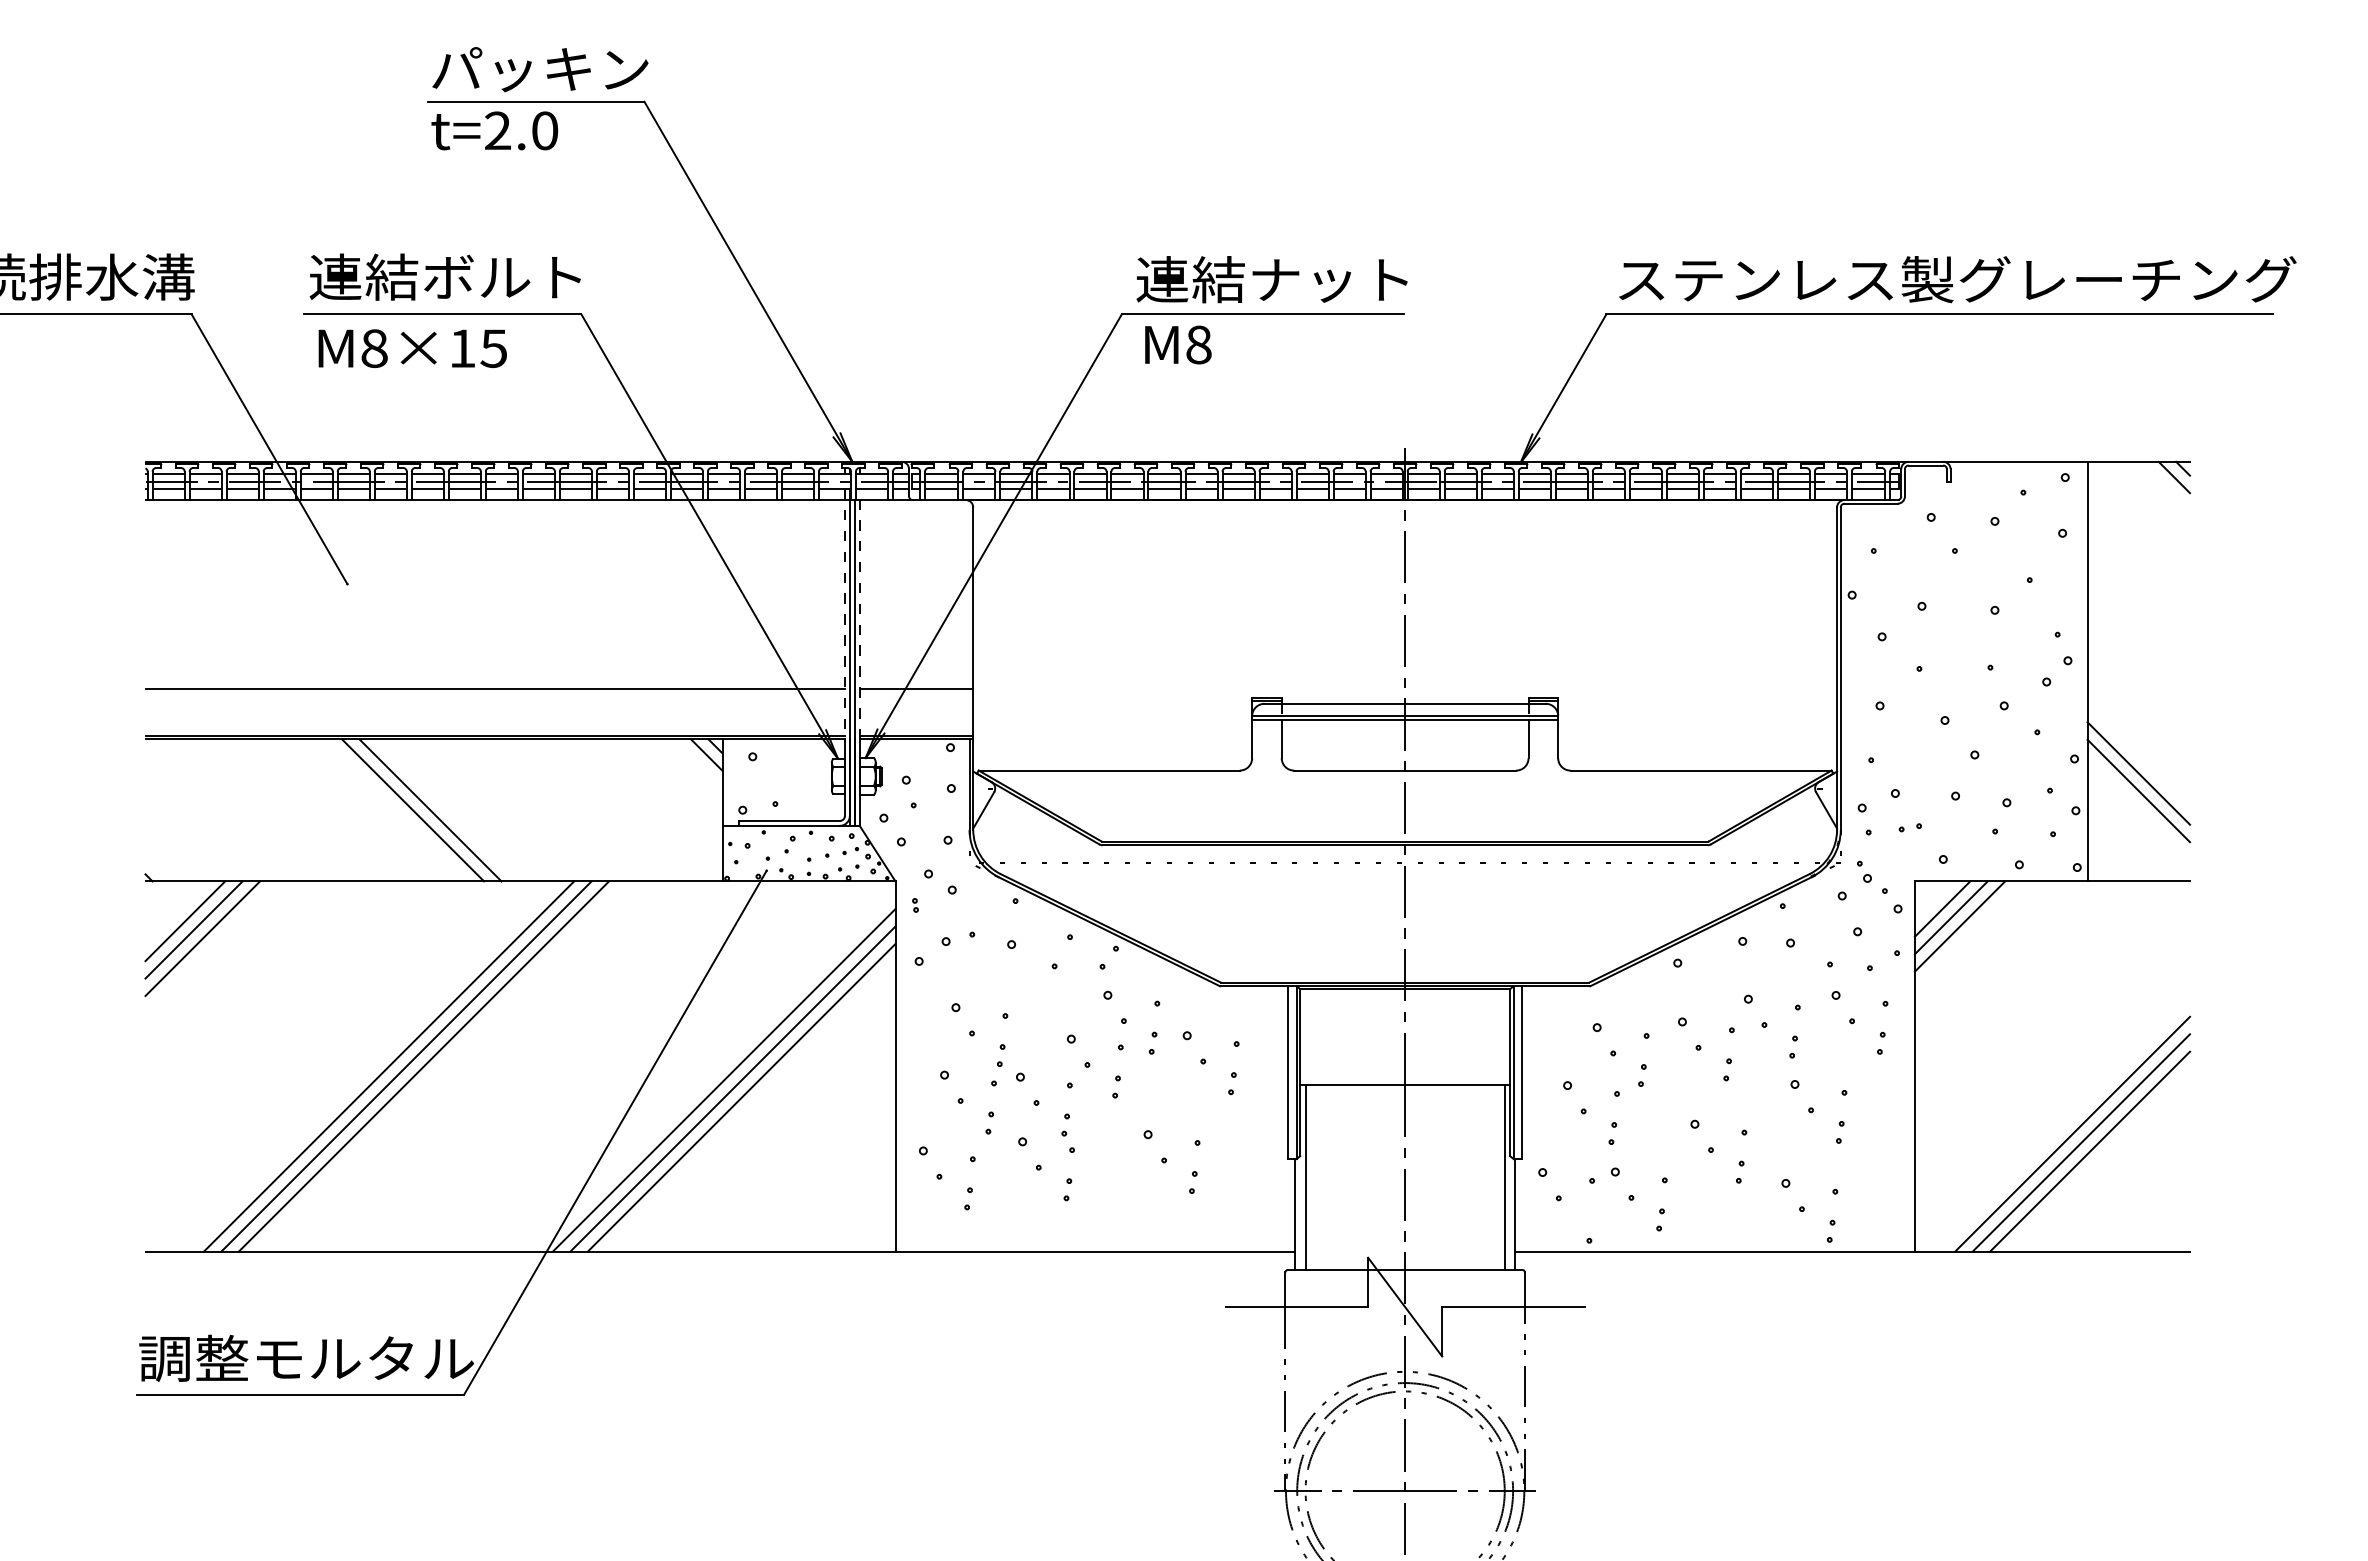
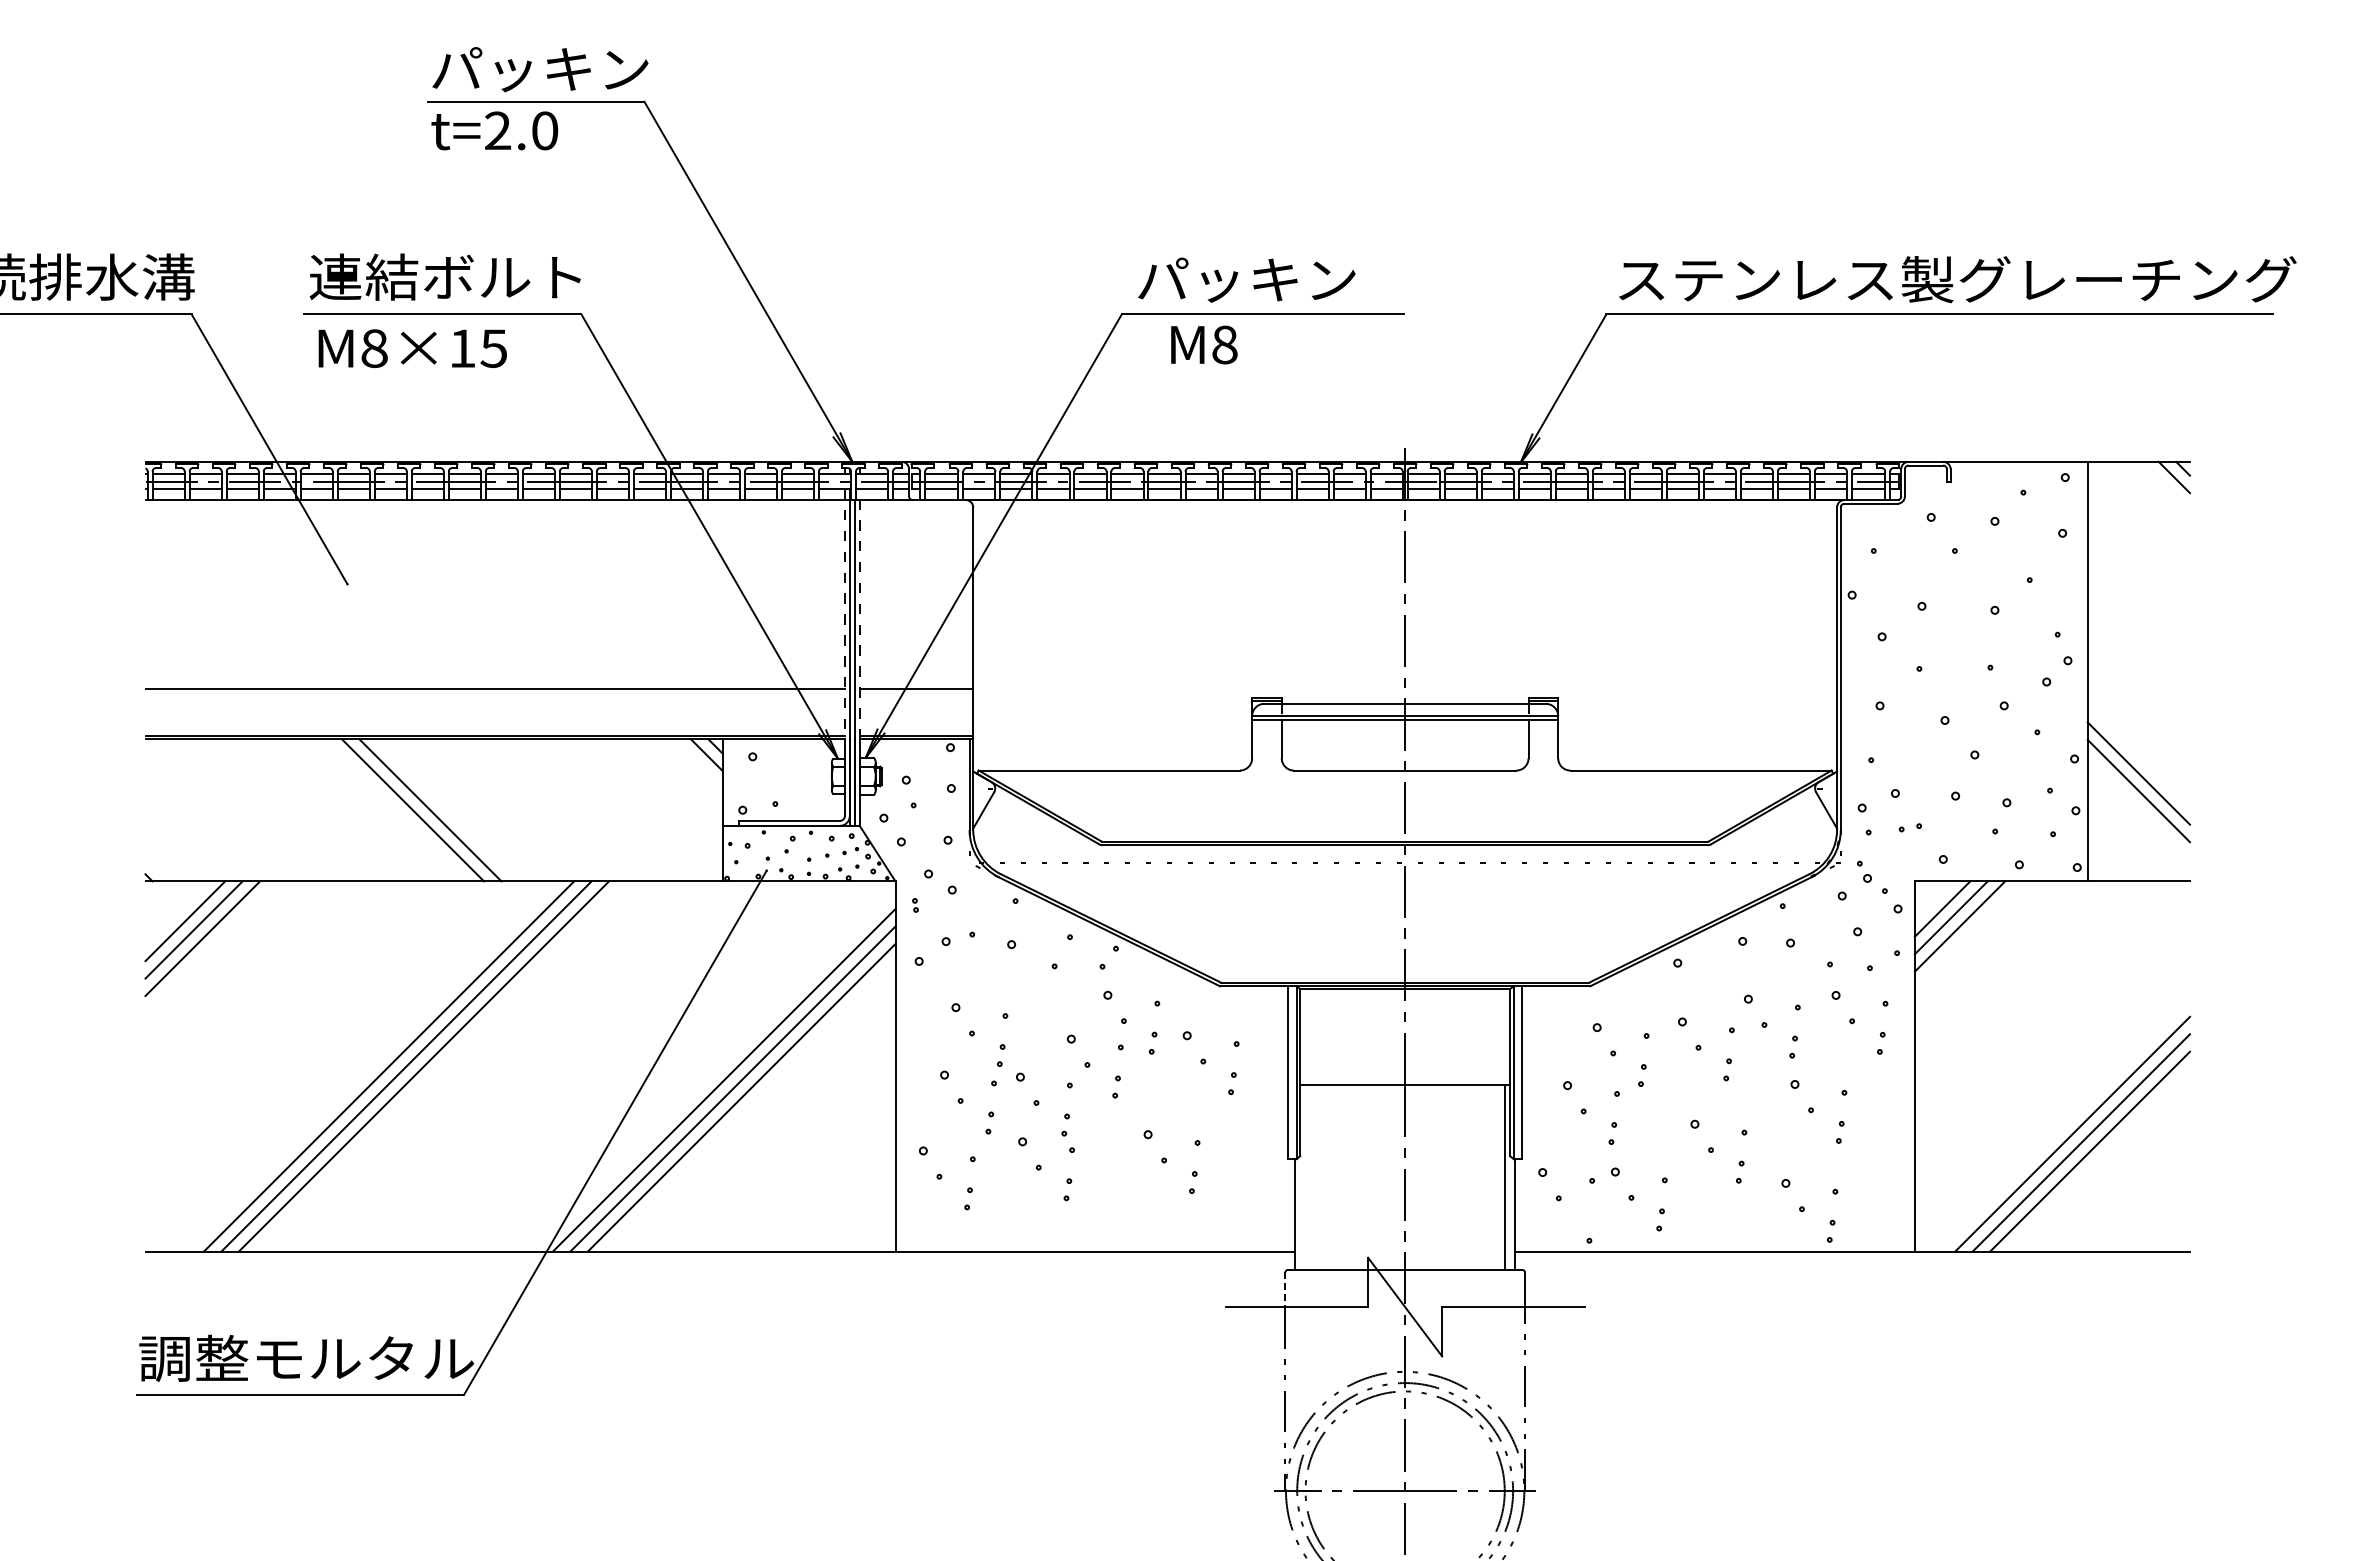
text at (1271, 279): 連結ナット -> パッキン
text at (1178, 344) position: (1178, 344) -> (1204, 344)
line at (1305, 1177): present -> none
line at (1285, 1290): solid -> dashed
